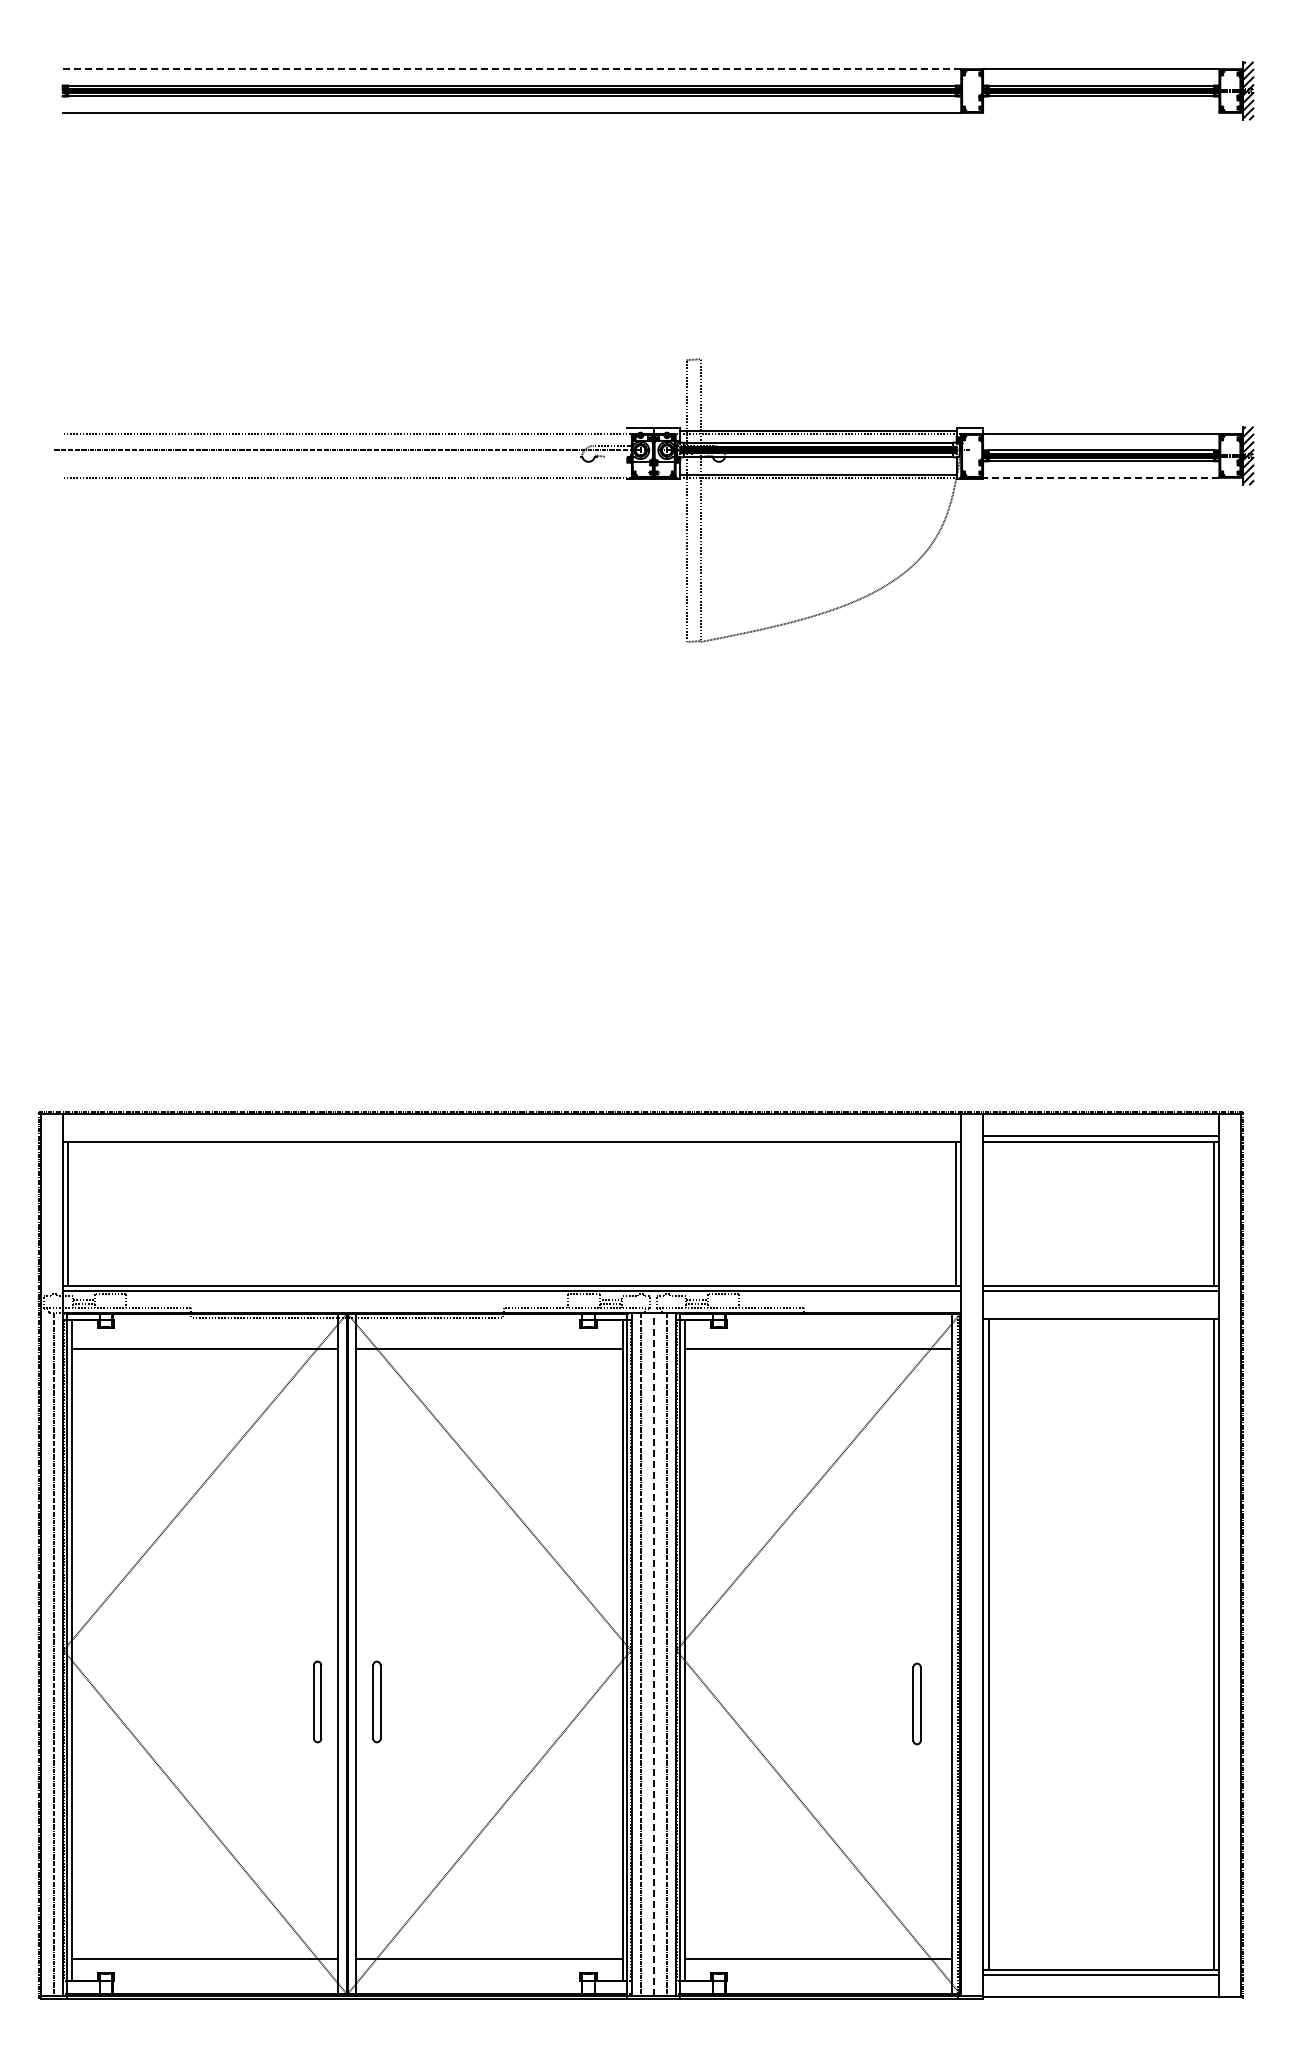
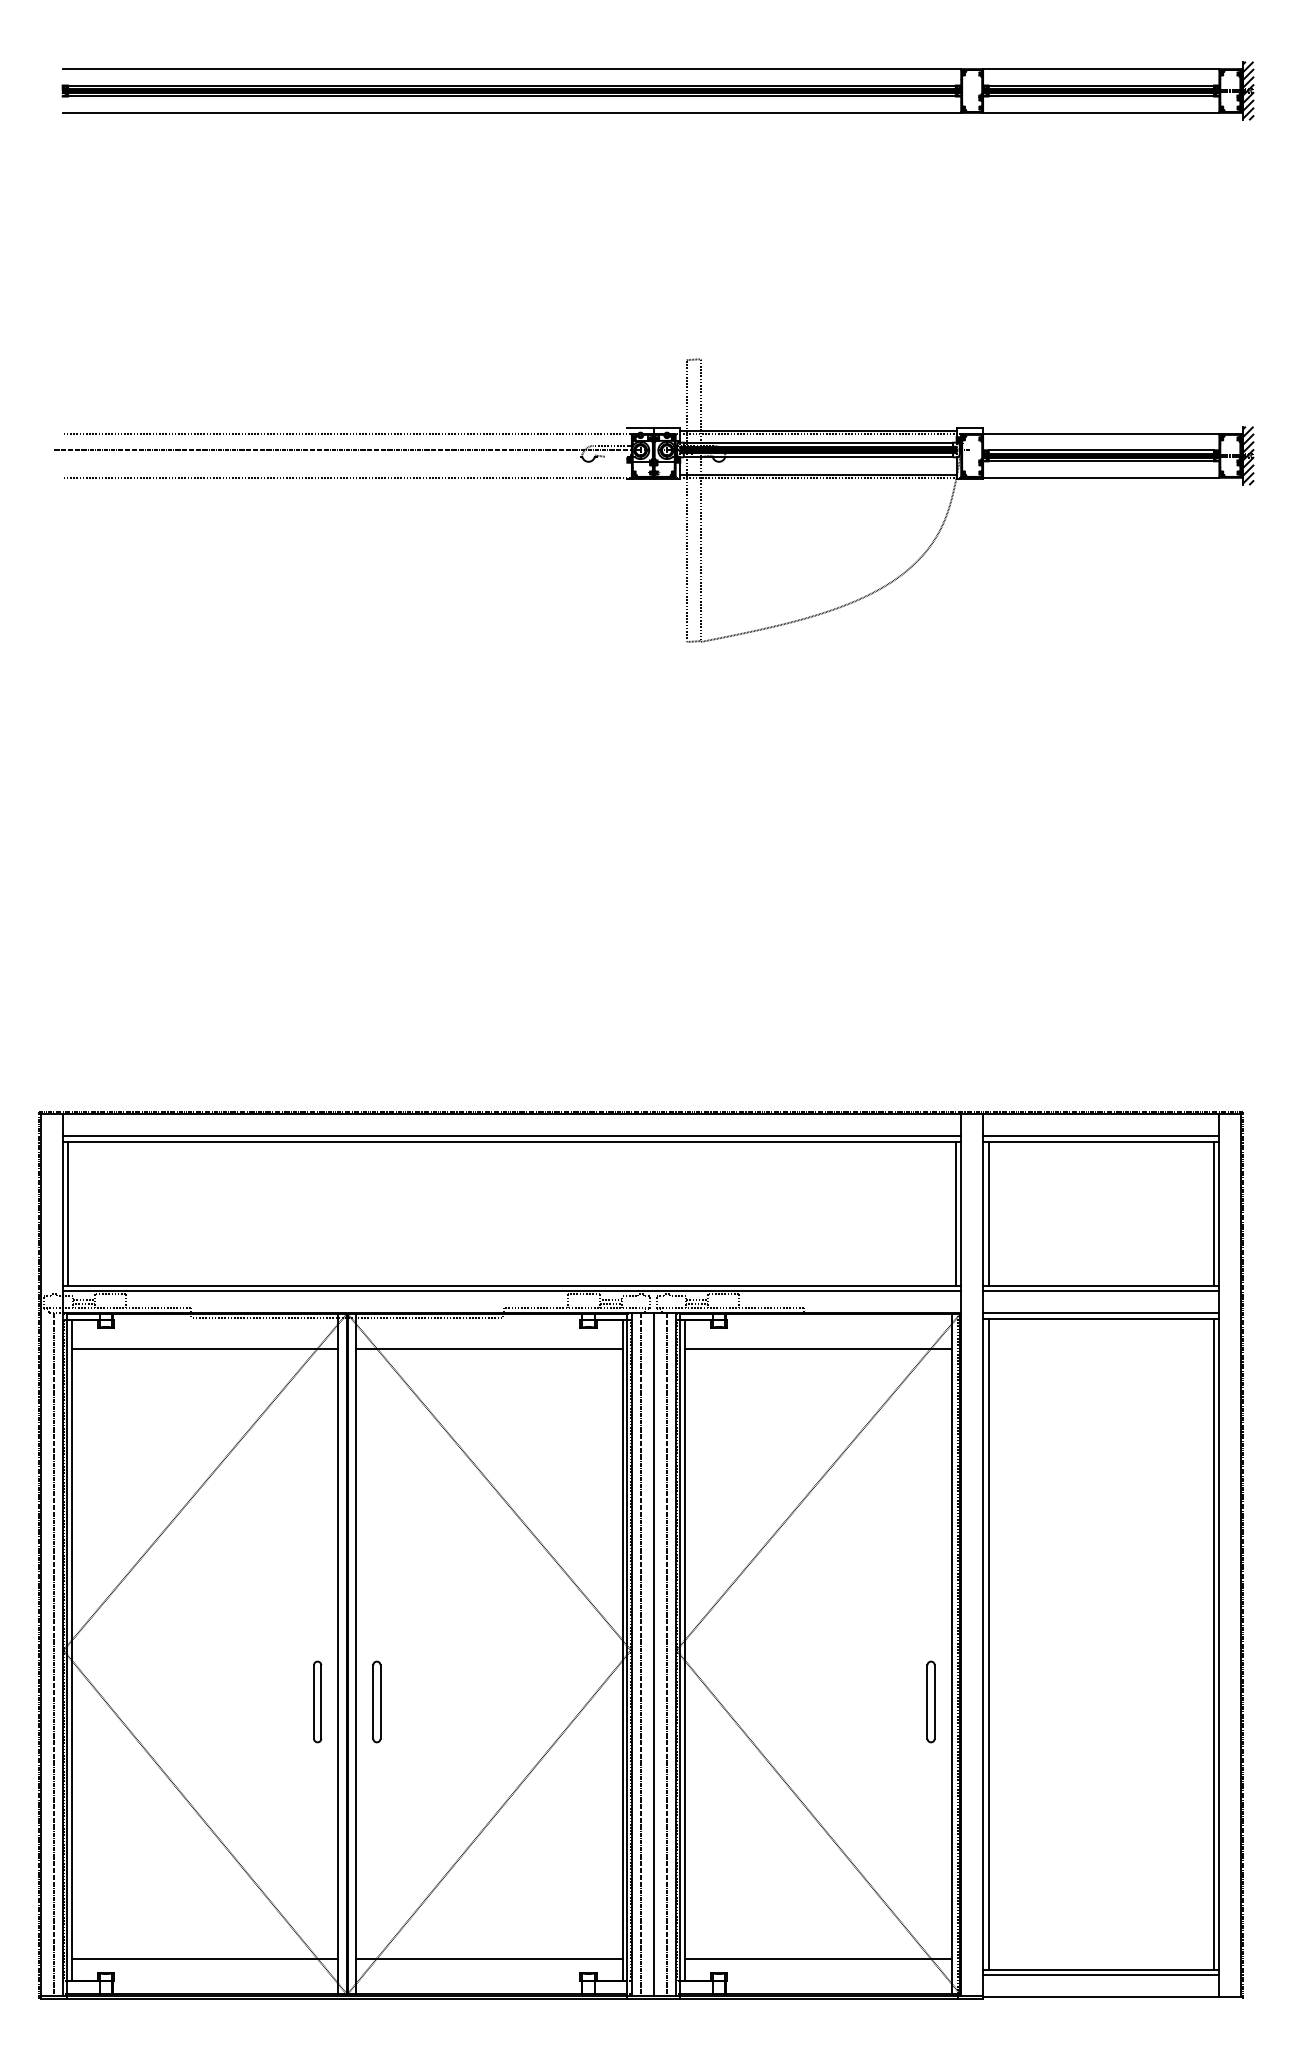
line at (512, 69): dashed -> solid
line at (1101, 112): none -> present
line at (1100, 477): dashed -> solid
line at (511, 1136): none -> present
line at (988, 1213): none -> present
line at (1101, 1313): none -> present
line at (653, 1653): dashed -> solid
part at (916, 1703) position: (916, 1703) -> (930, 1701)
